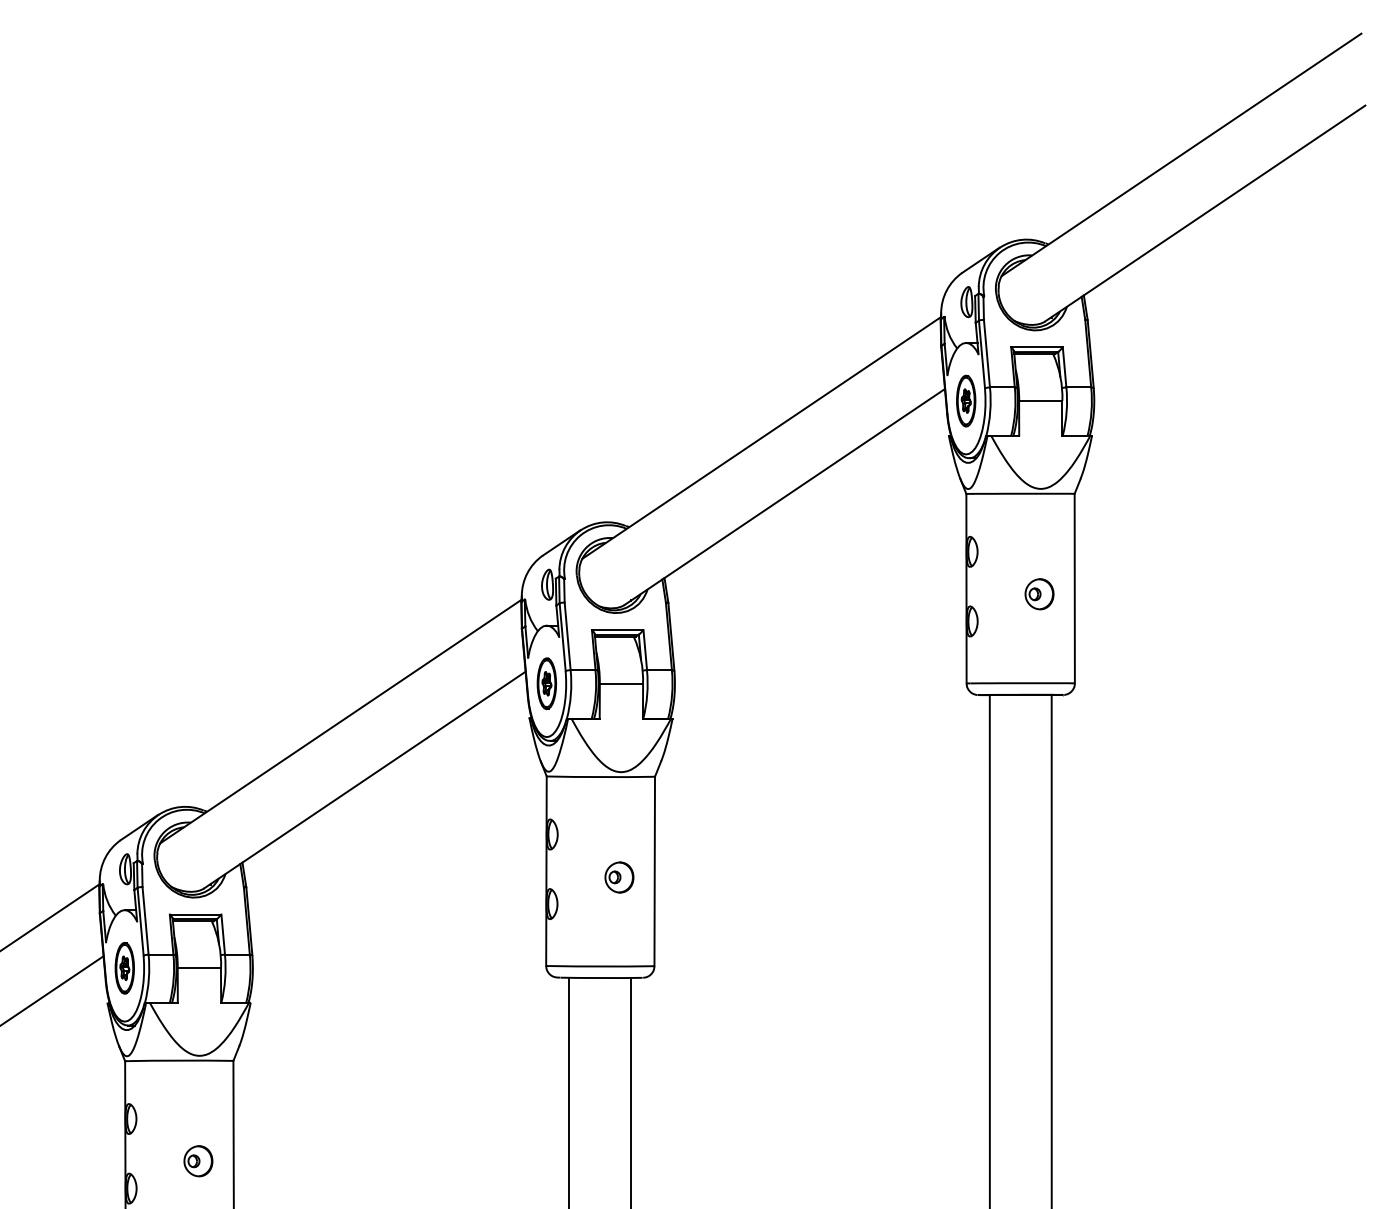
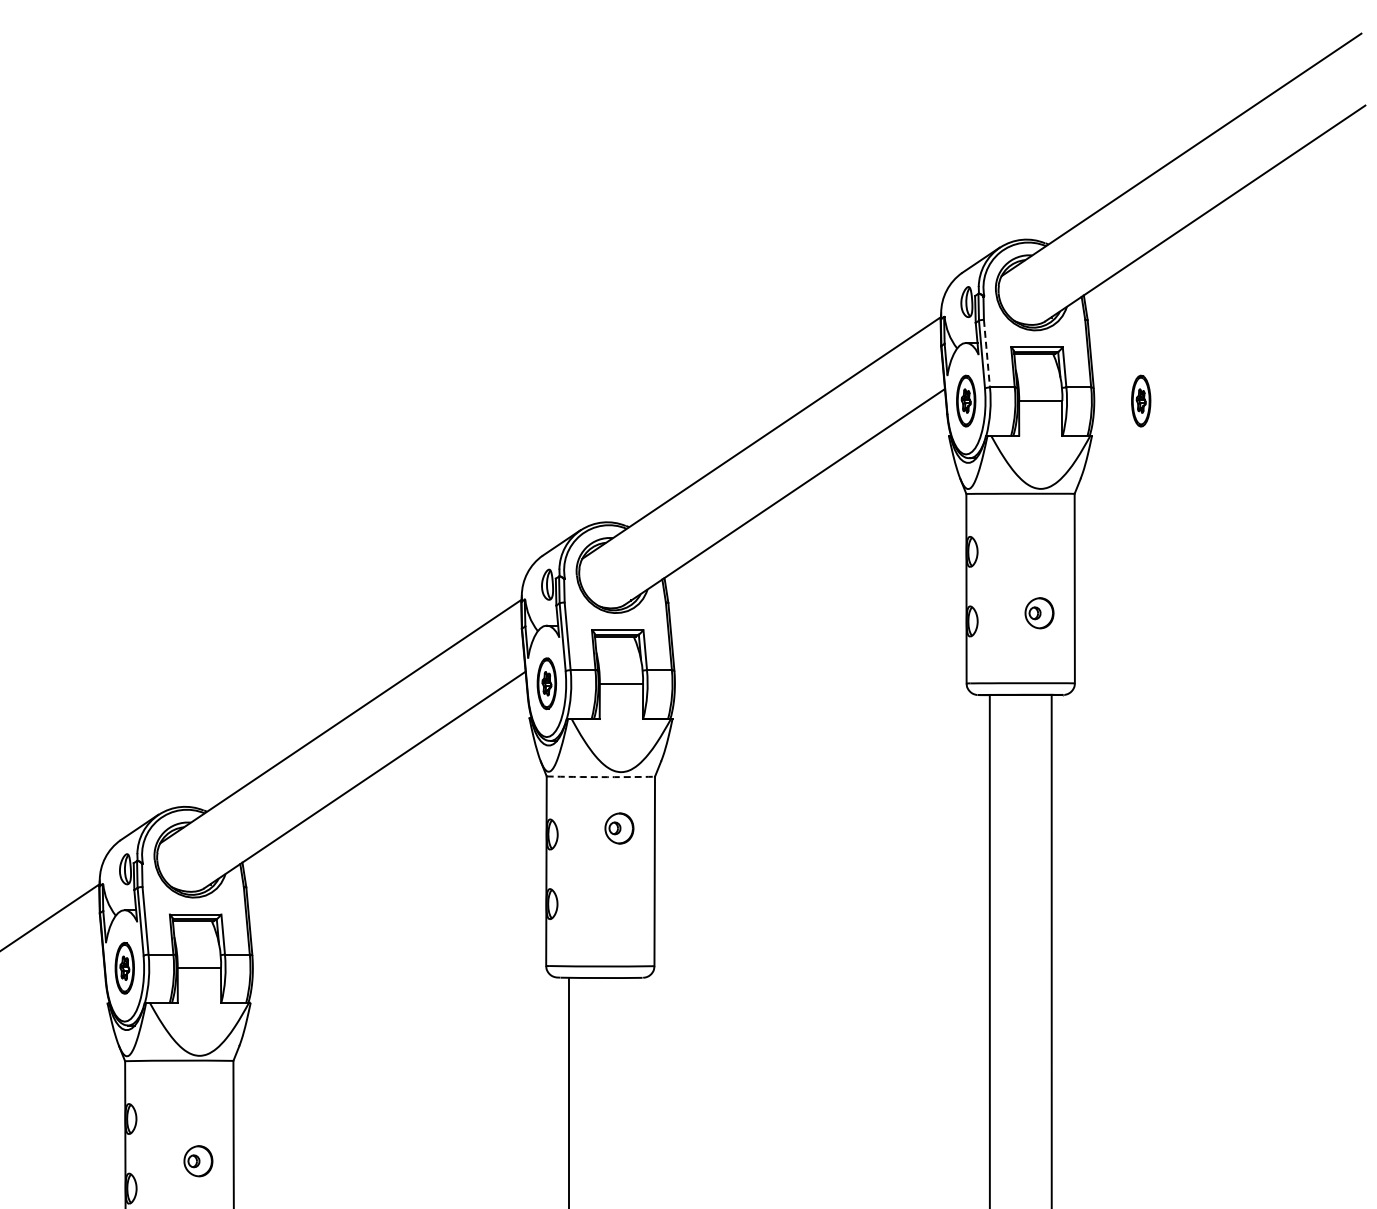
line at (986, 353): solid -> dashed
part at (1141, 400): none -> present
part at (1039, 594) position: (1039, 594) -> (1039, 613)
arc at (600, 777): solid -> dashed
part at (619, 877) position: (619, 877) -> (619, 828)
line at (52, 990): present -> none
line at (631, 1091): present -> none
